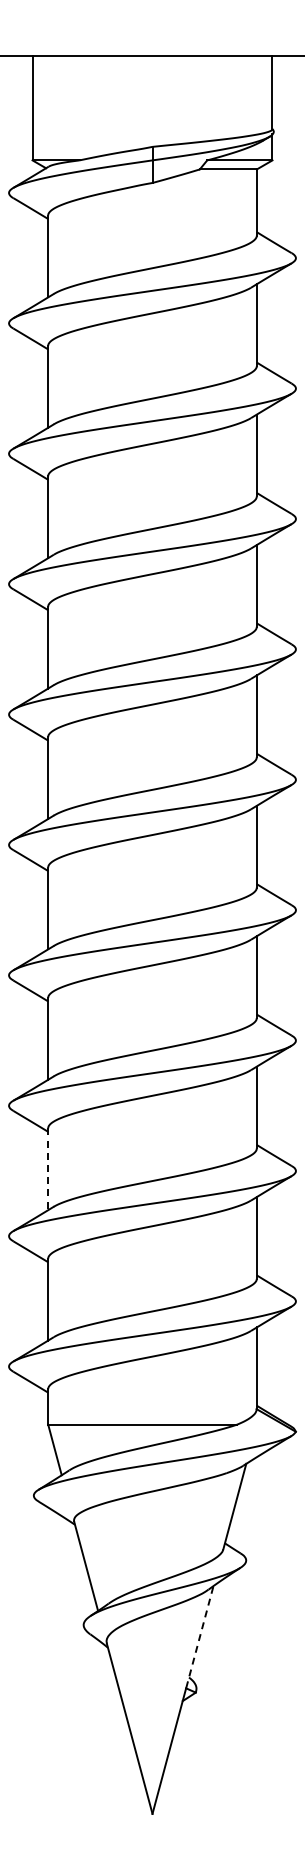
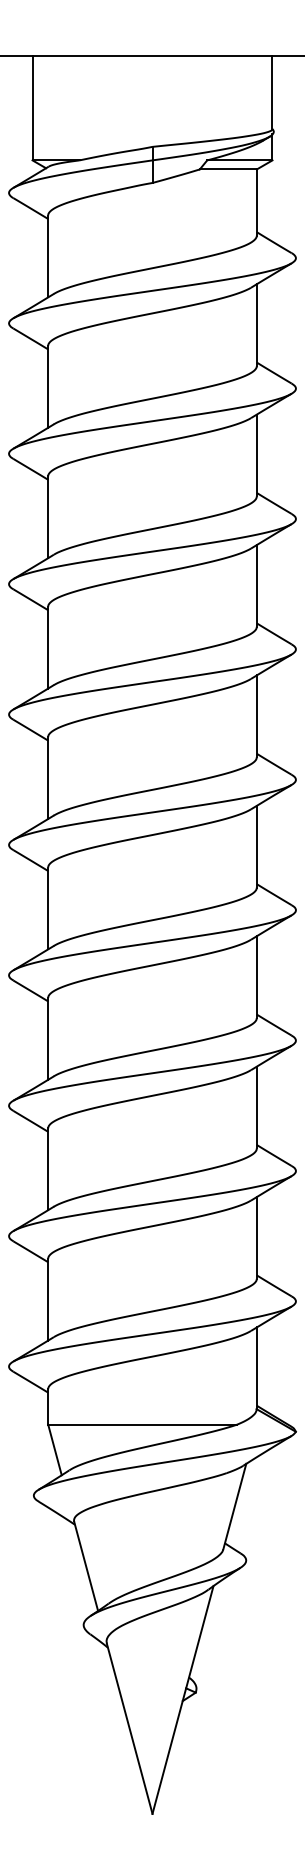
line at (48, 1169): dashed -> solid
line at (199, 1637): dashed -> solid
